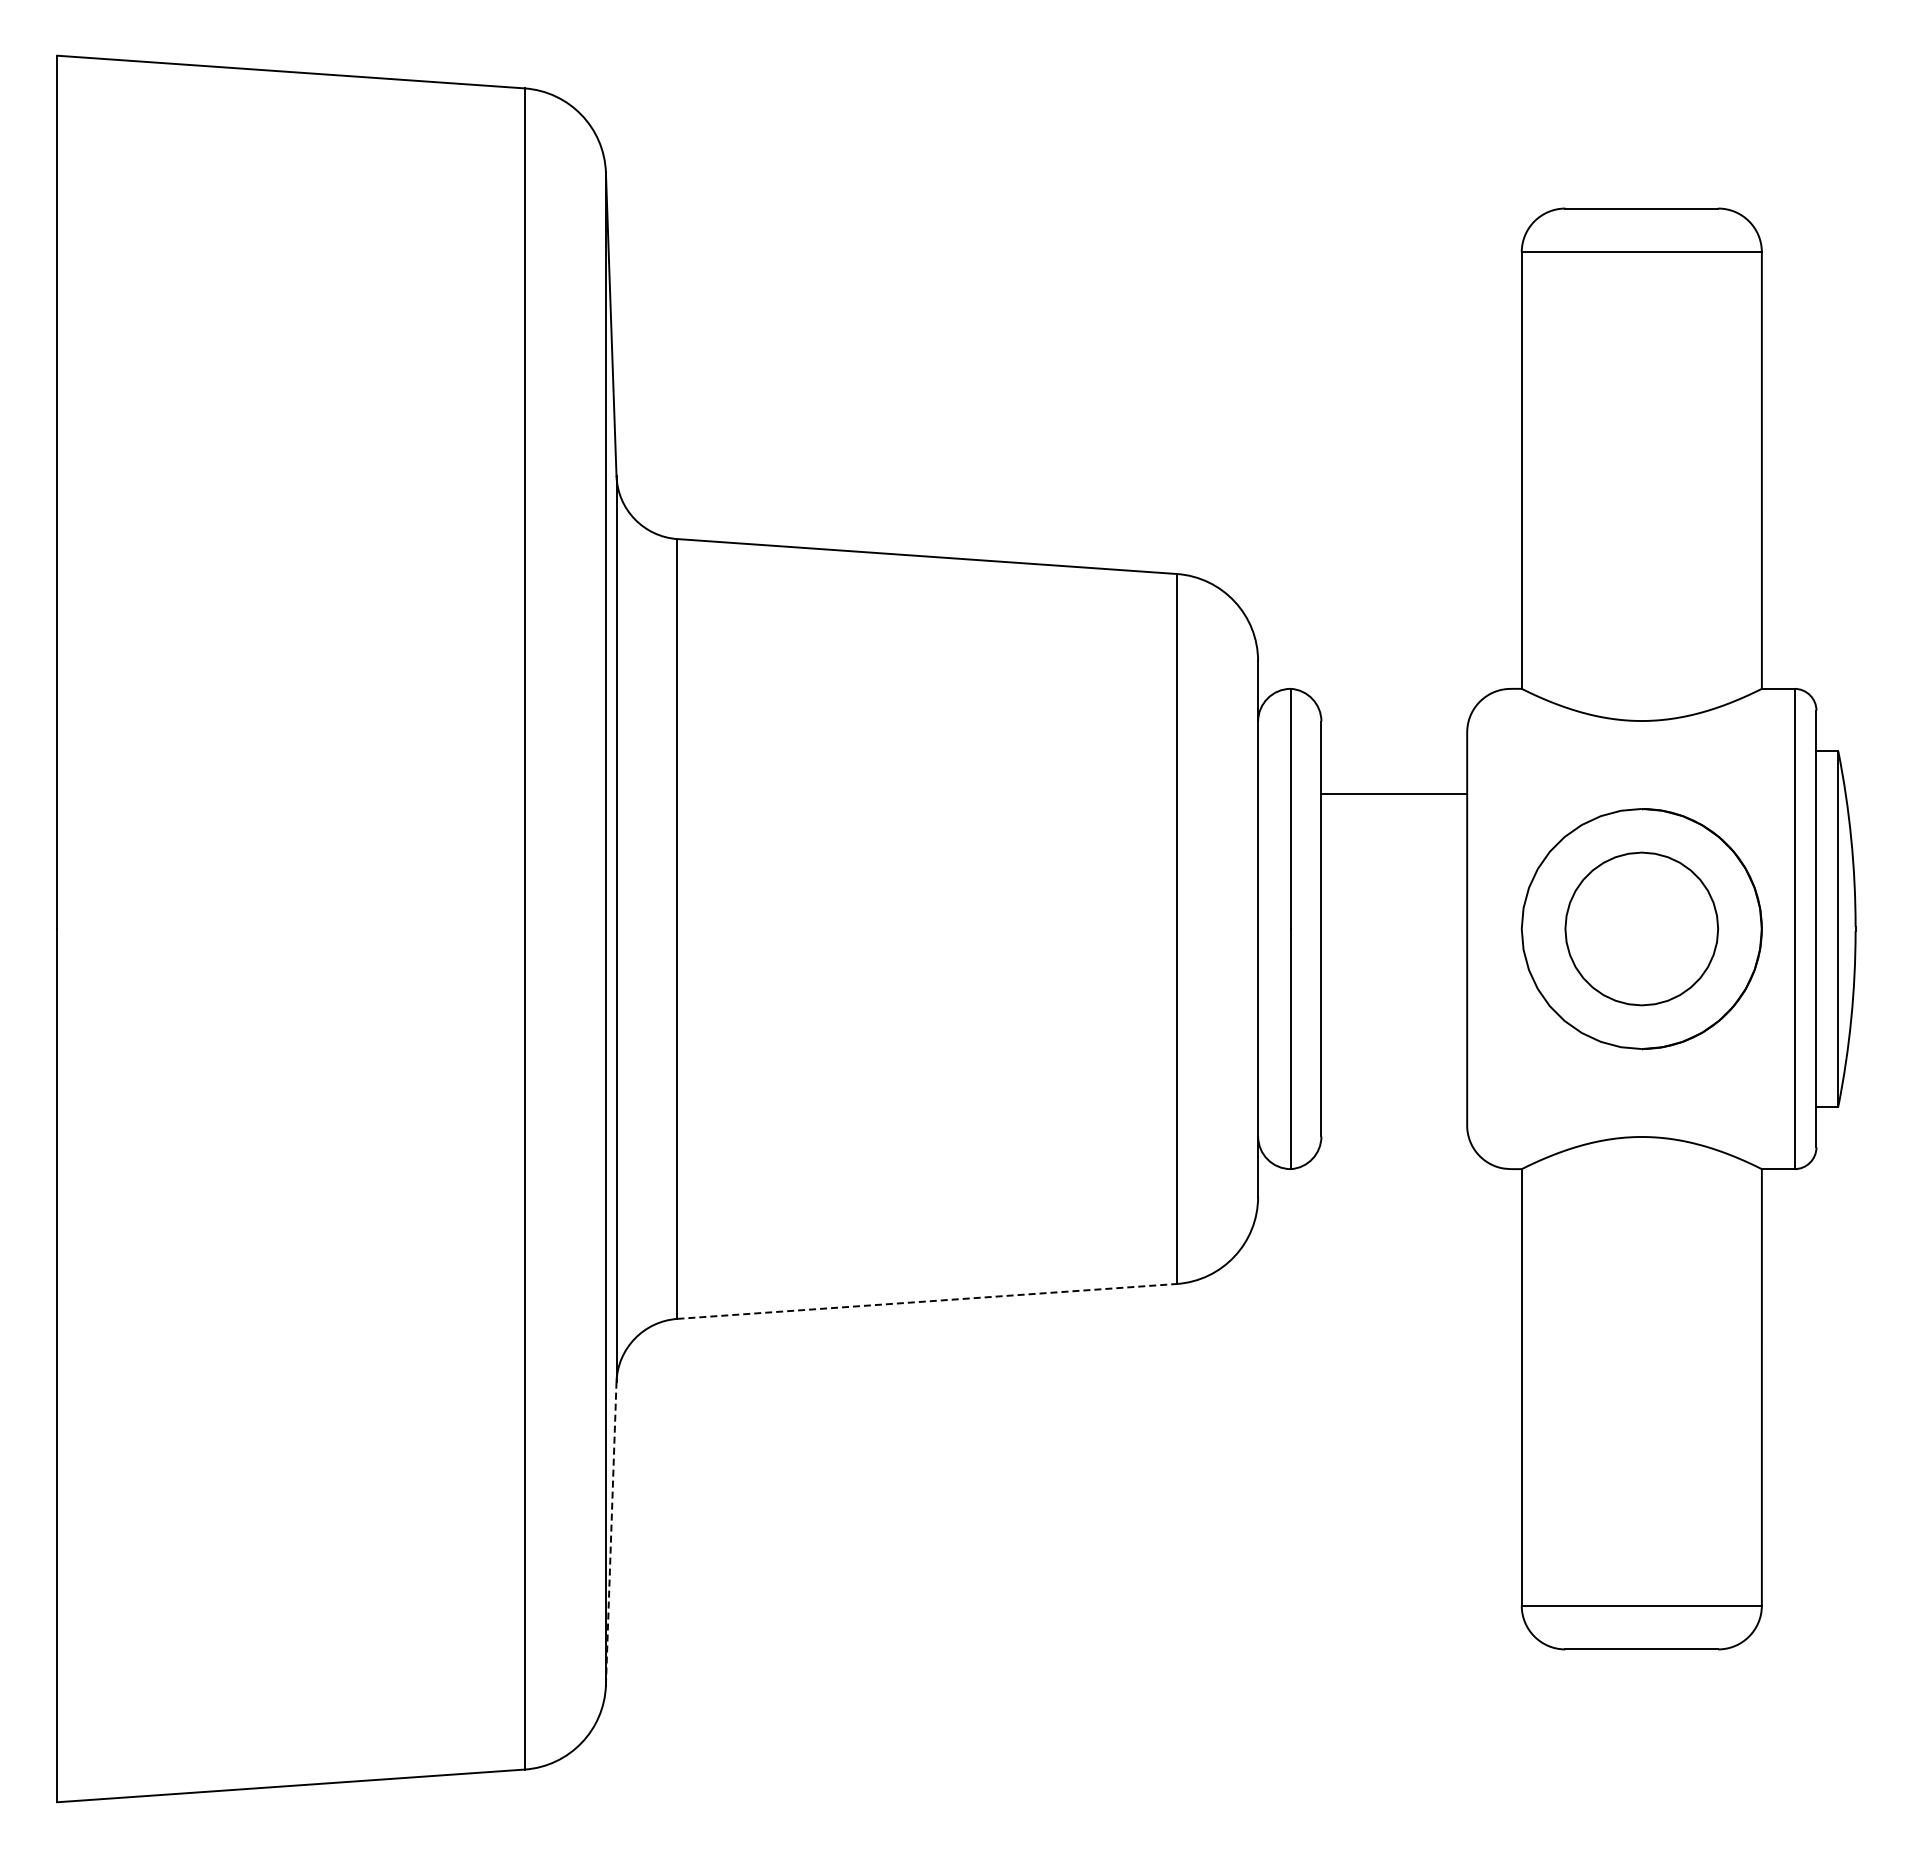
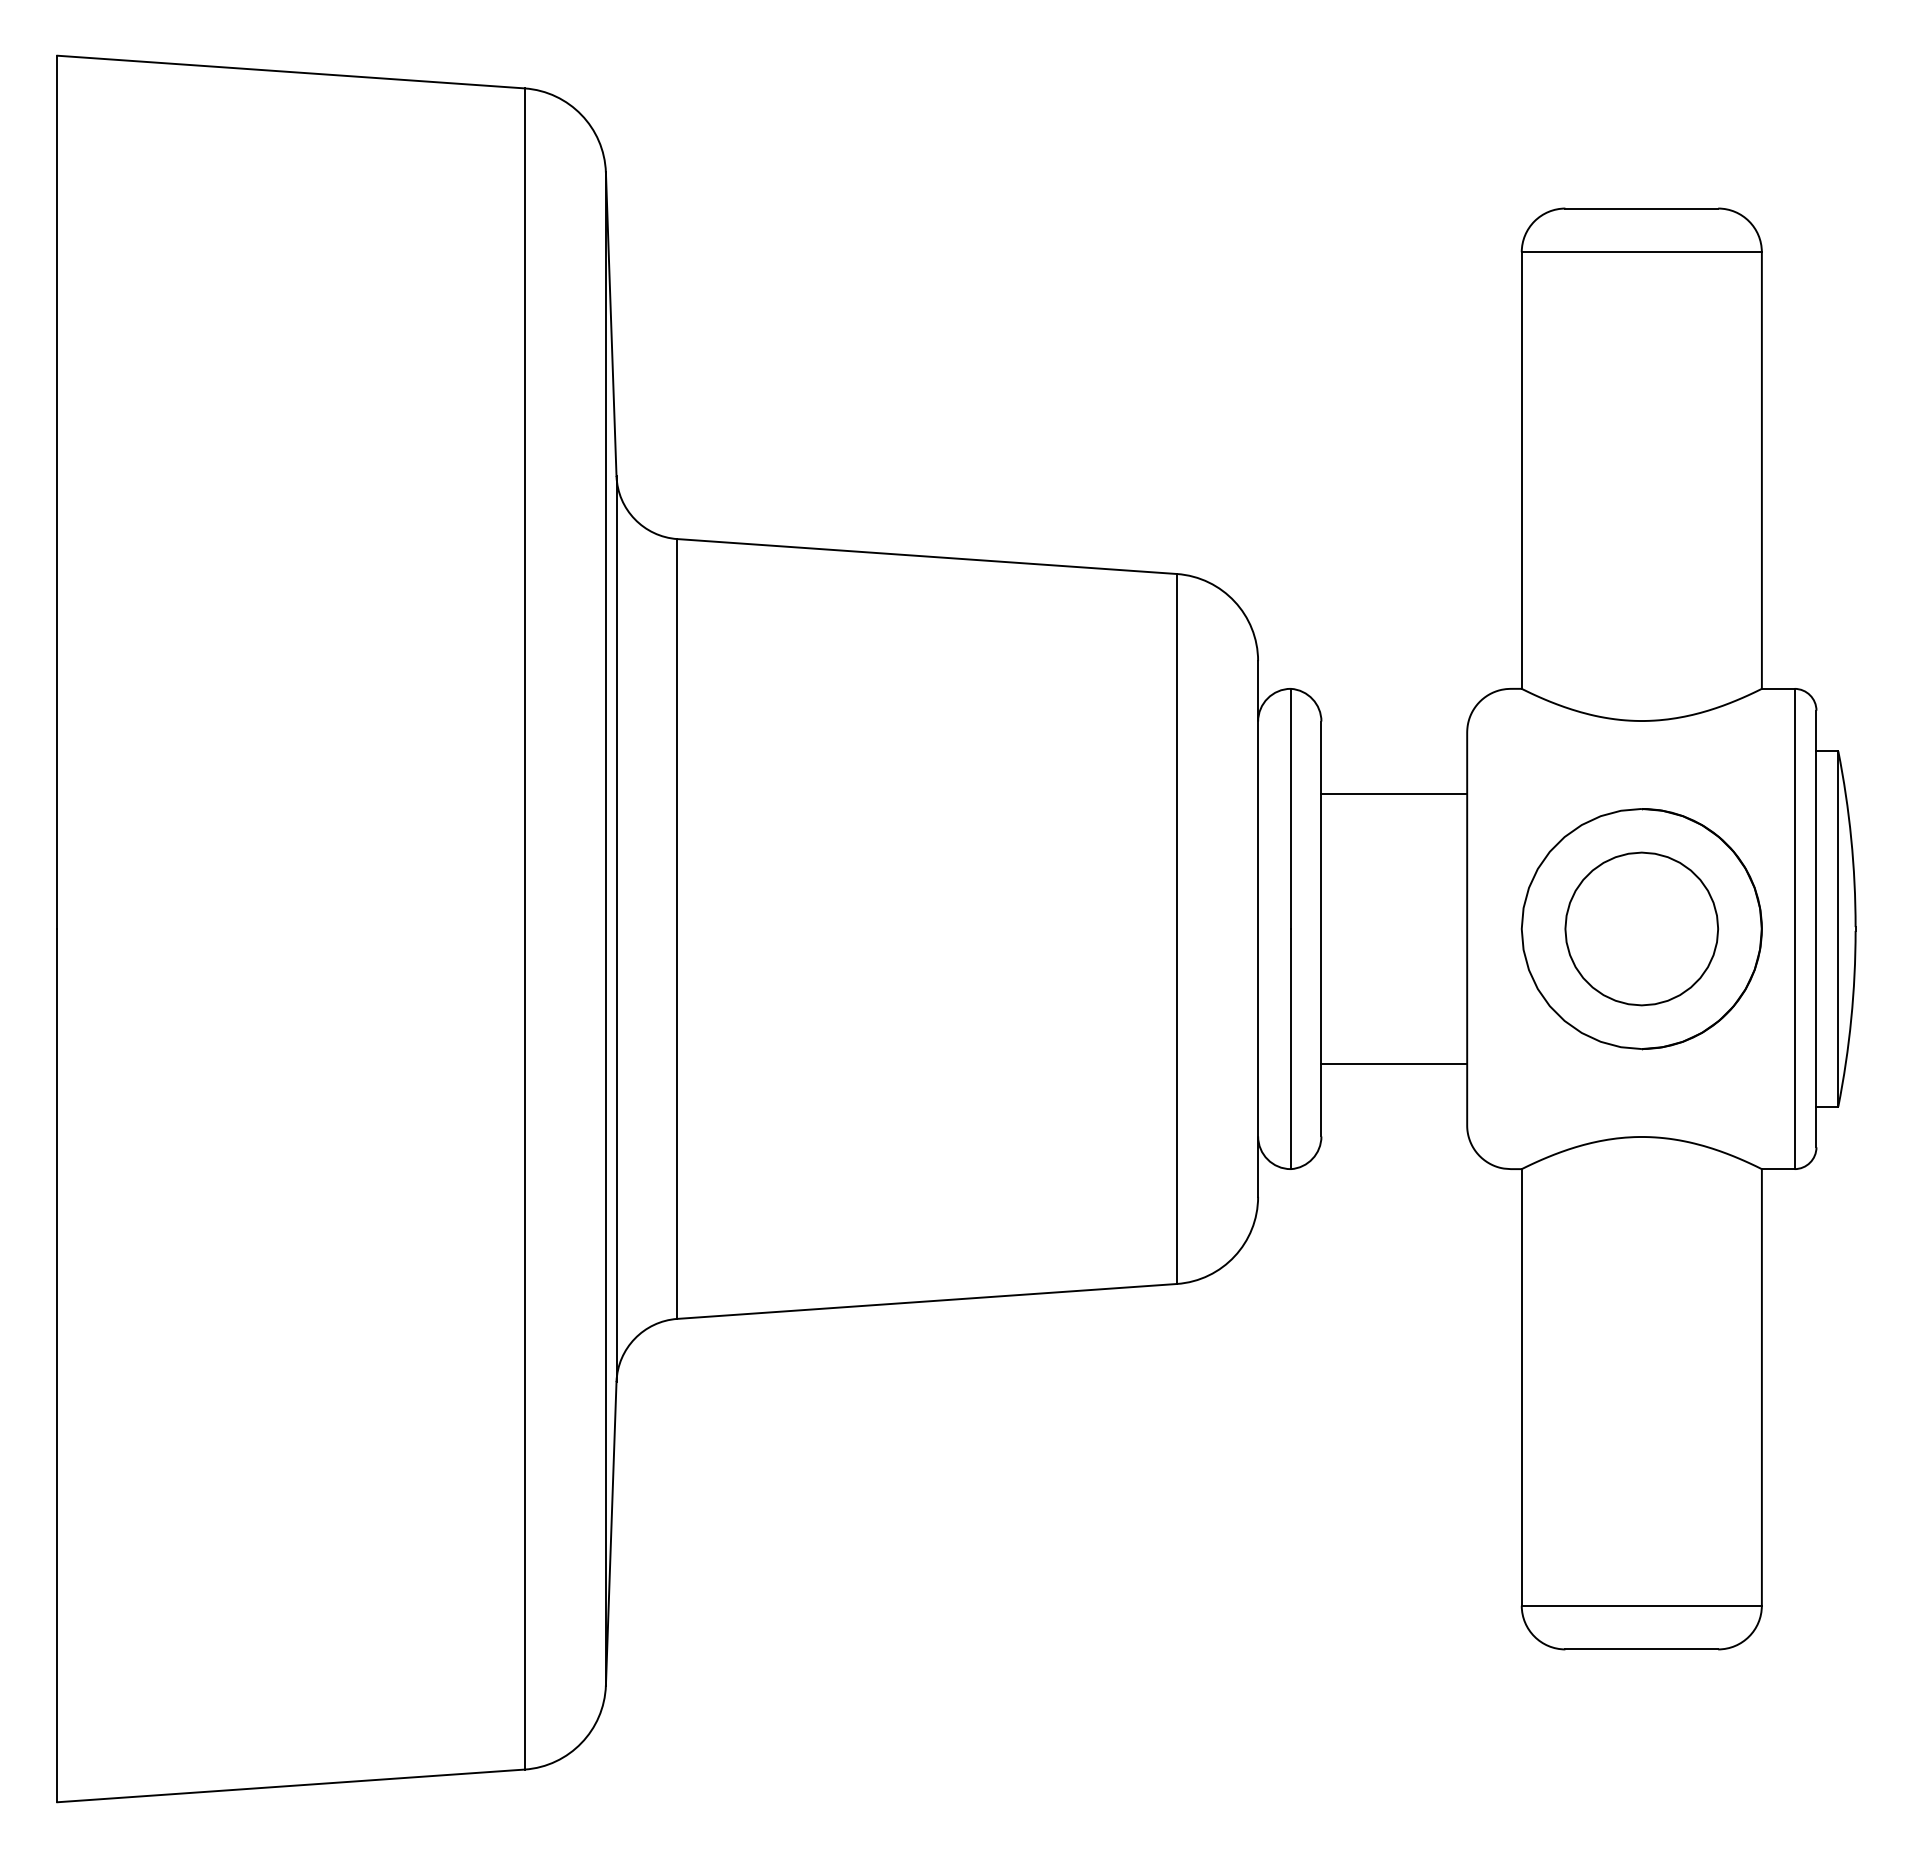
line at (1394, 1064): none -> present
line at (927, 1301): dashed -> solid
line at (611, 1533): dashed -> solid
